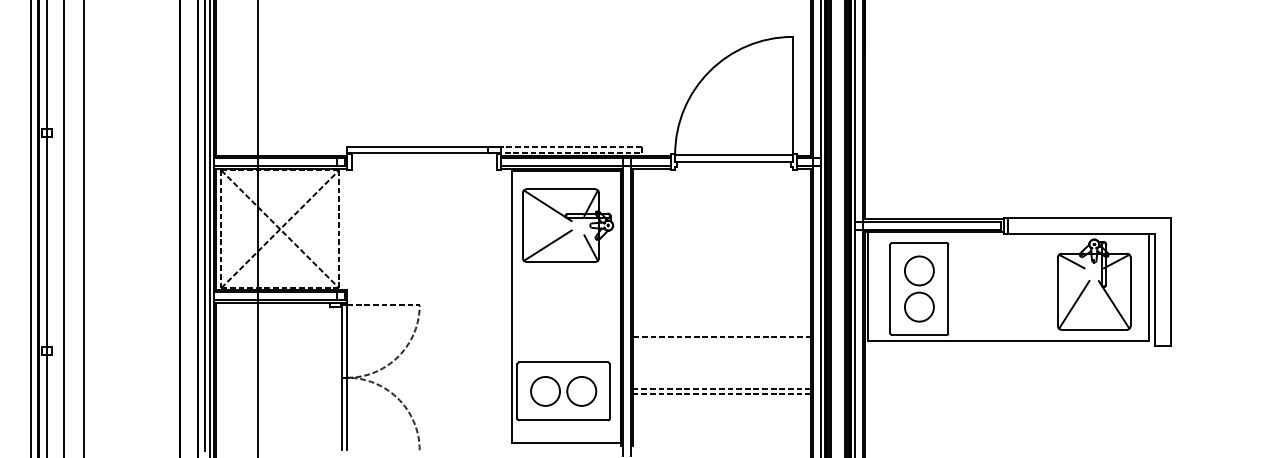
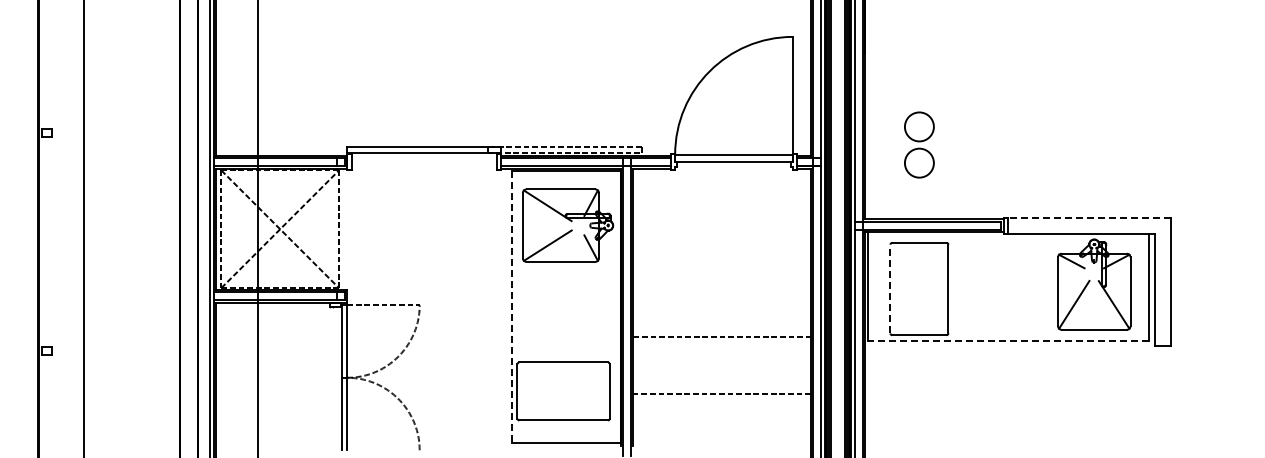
line at (1089, 217): solid -> dashed
line at (205, 226): present -> none
line at (31, 228): present -> none
line at (47, 228): present -> none
line at (63, 228): present -> none
line at (890, 288): solid -> dashed
part at (919, 288) position: (919, 288) -> (919, 144)
line at (512, 307): solid -> dashed
line at (1007, 340): solid -> dashed
line at (722, 389): present -> none
part at (563, 391): present -> none
